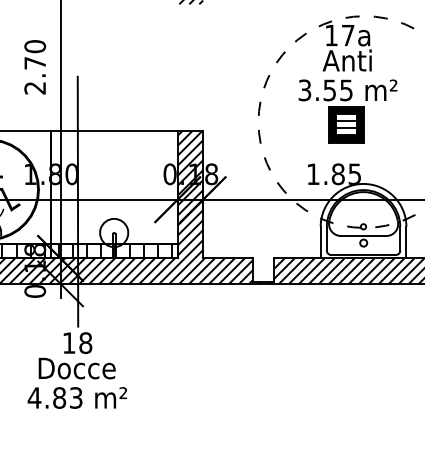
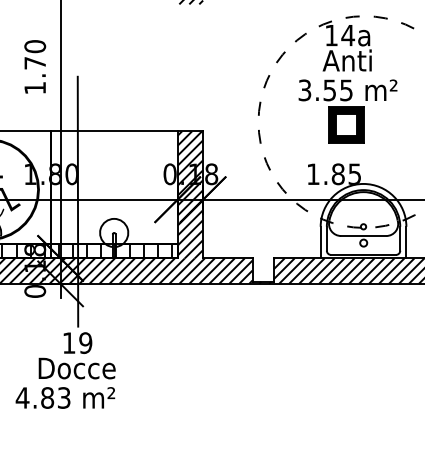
text at (347, 35): 17a -> 14a
text at (34, 88): 2.70 -> 1.70
hatch at (346, 128): present -> none
text at (85, 342): 18 -> 19
text at (77, 397) position: (77, 397) -> (65, 397)
